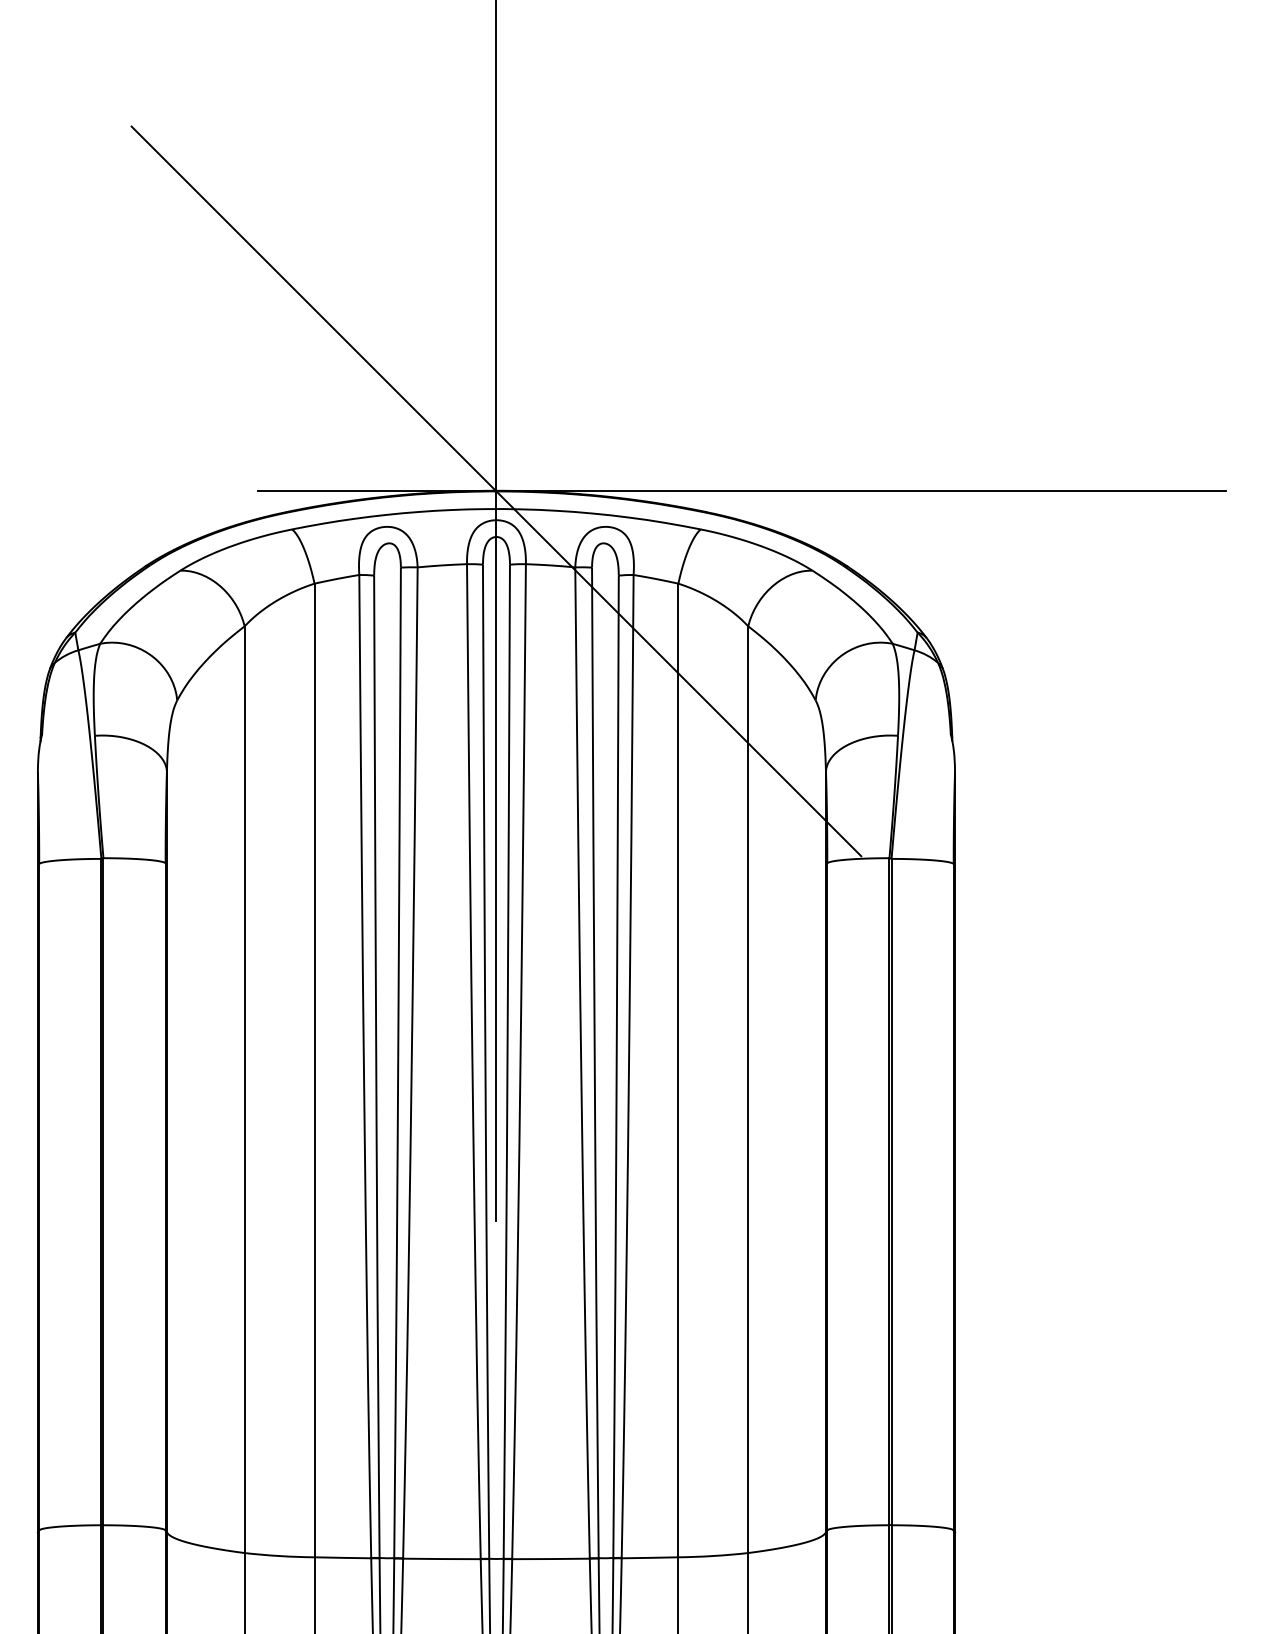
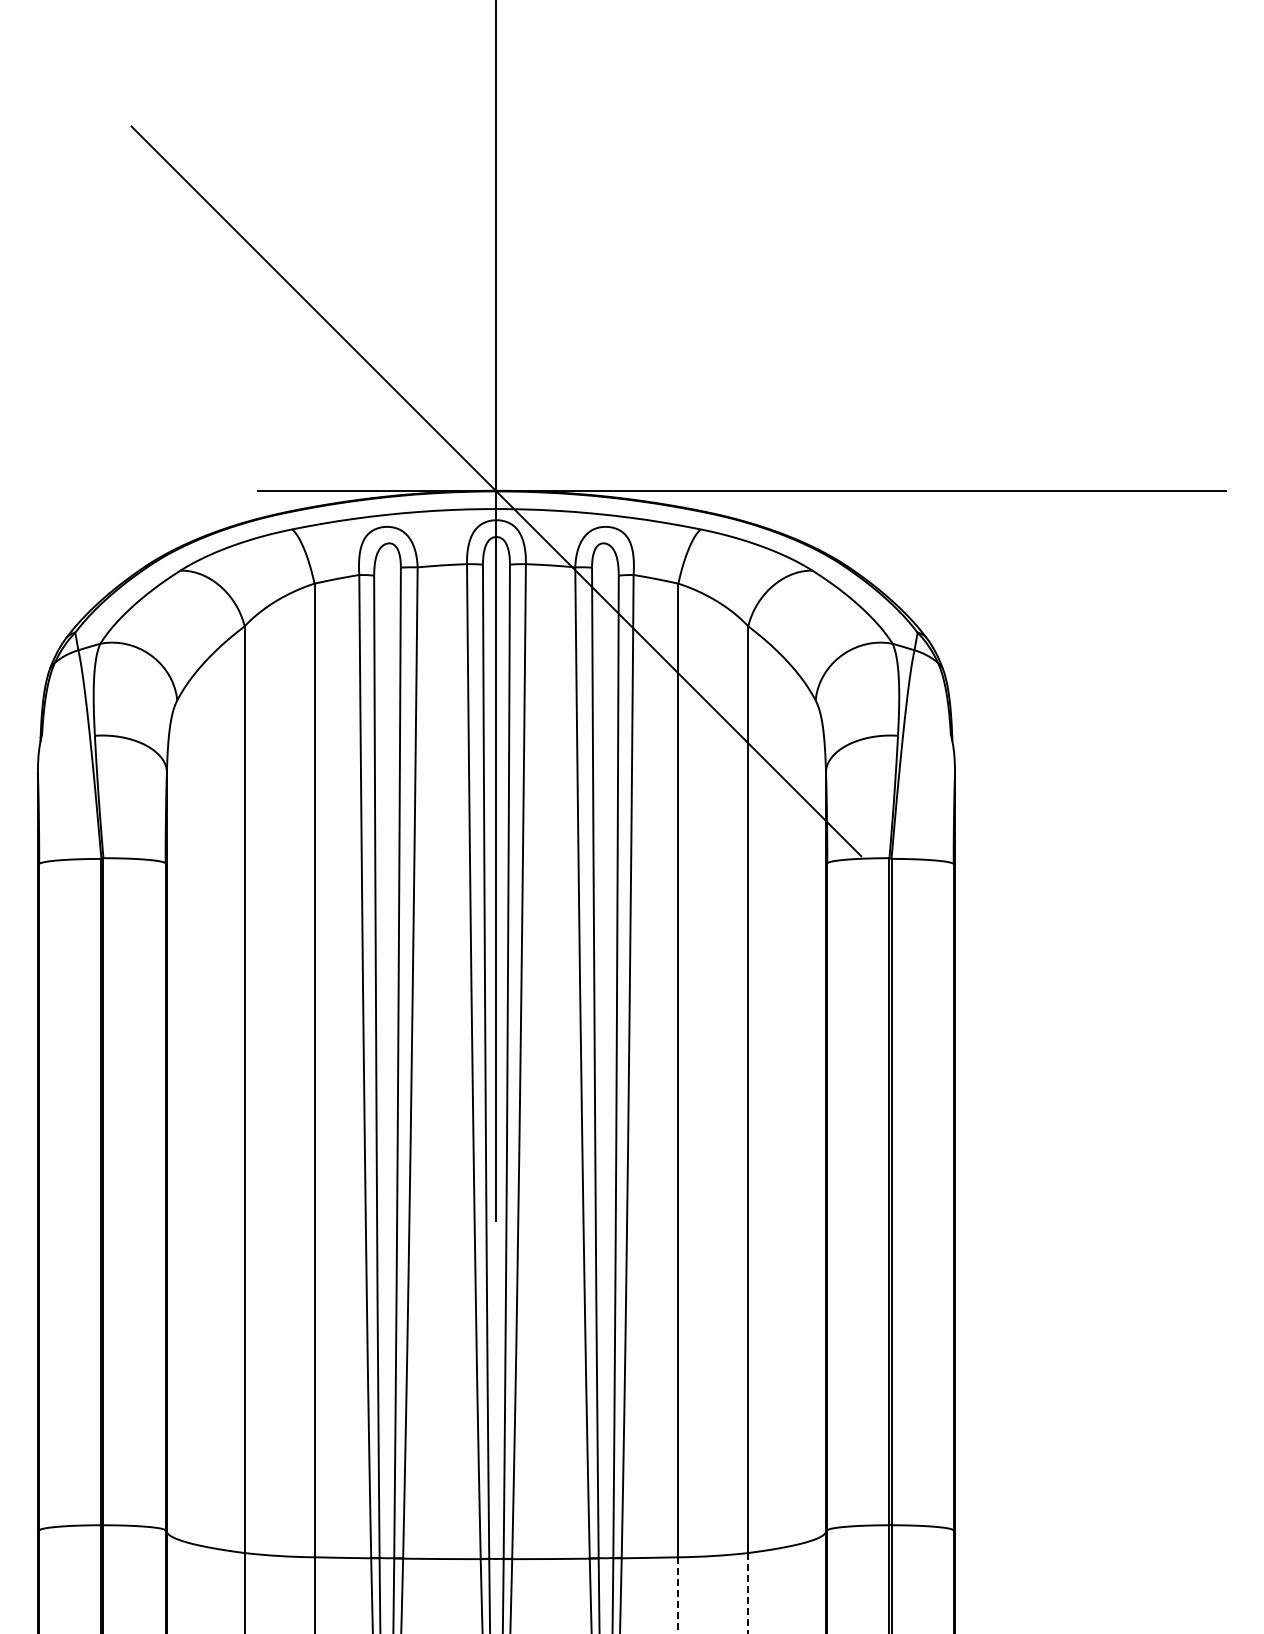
line at (748, 1593): solid -> dashed
line at (678, 1595): solid -> dashed
